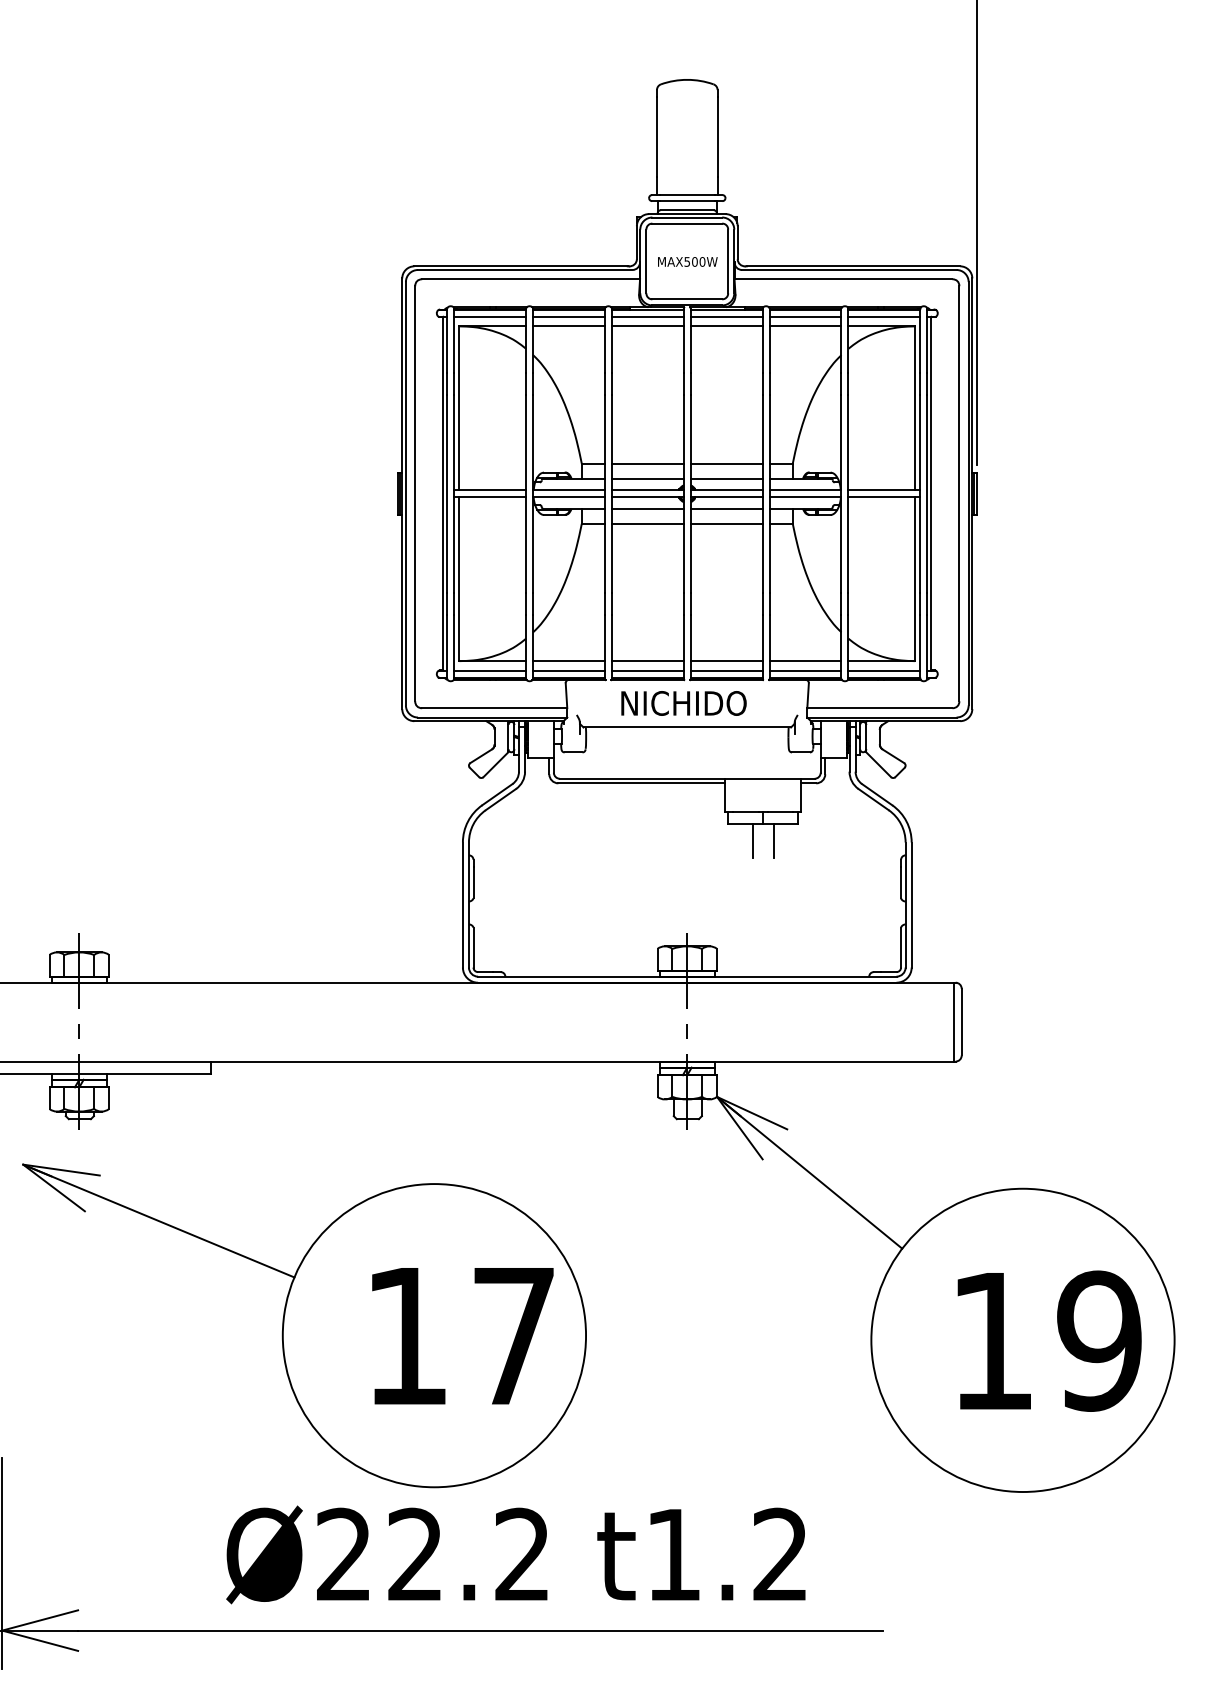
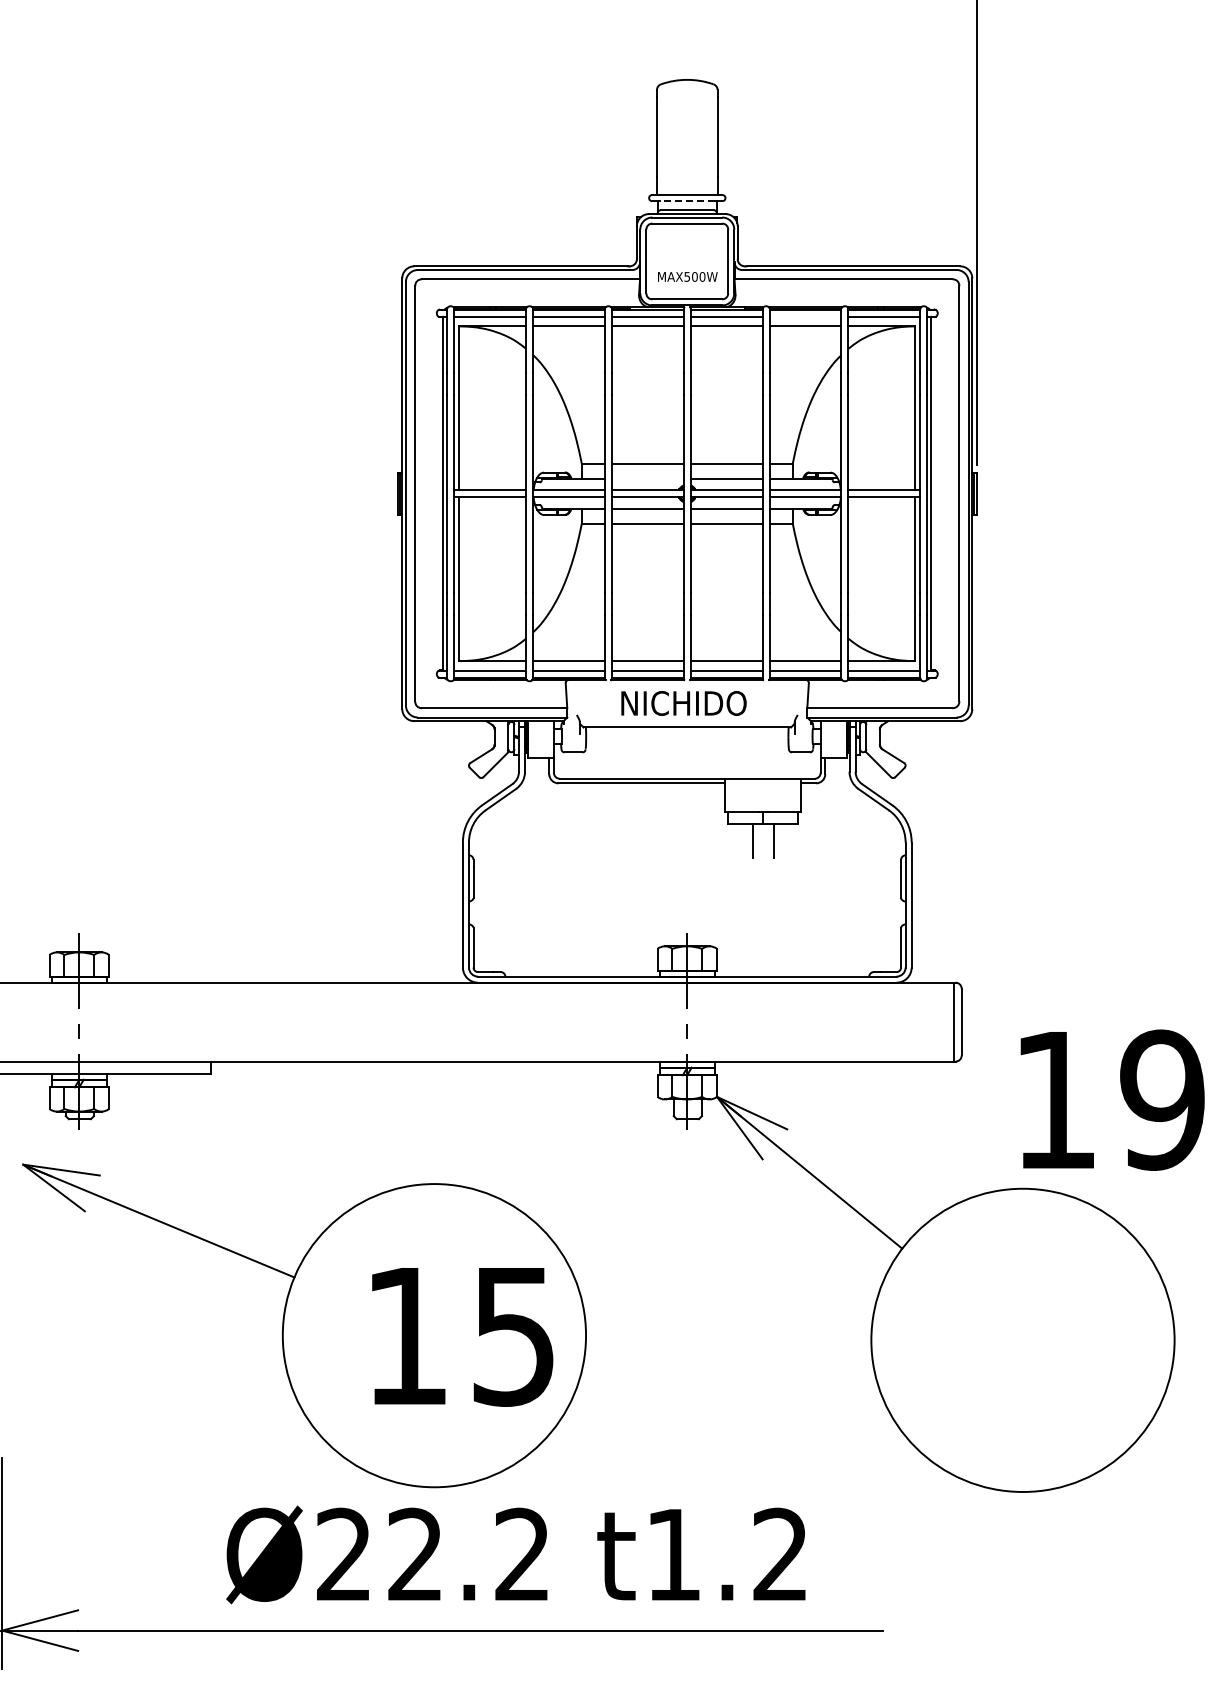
line at (686, 201): solid -> dashed
text at (687, 261) position: (687, 261) -> (687, 276)
line at (805, 316): present -> none
line at (647, 478): present -> none
text at (513, 1337): 17 -> 15
text at (1049, 1340) position: (1049, 1340) -> (1112, 1099)
